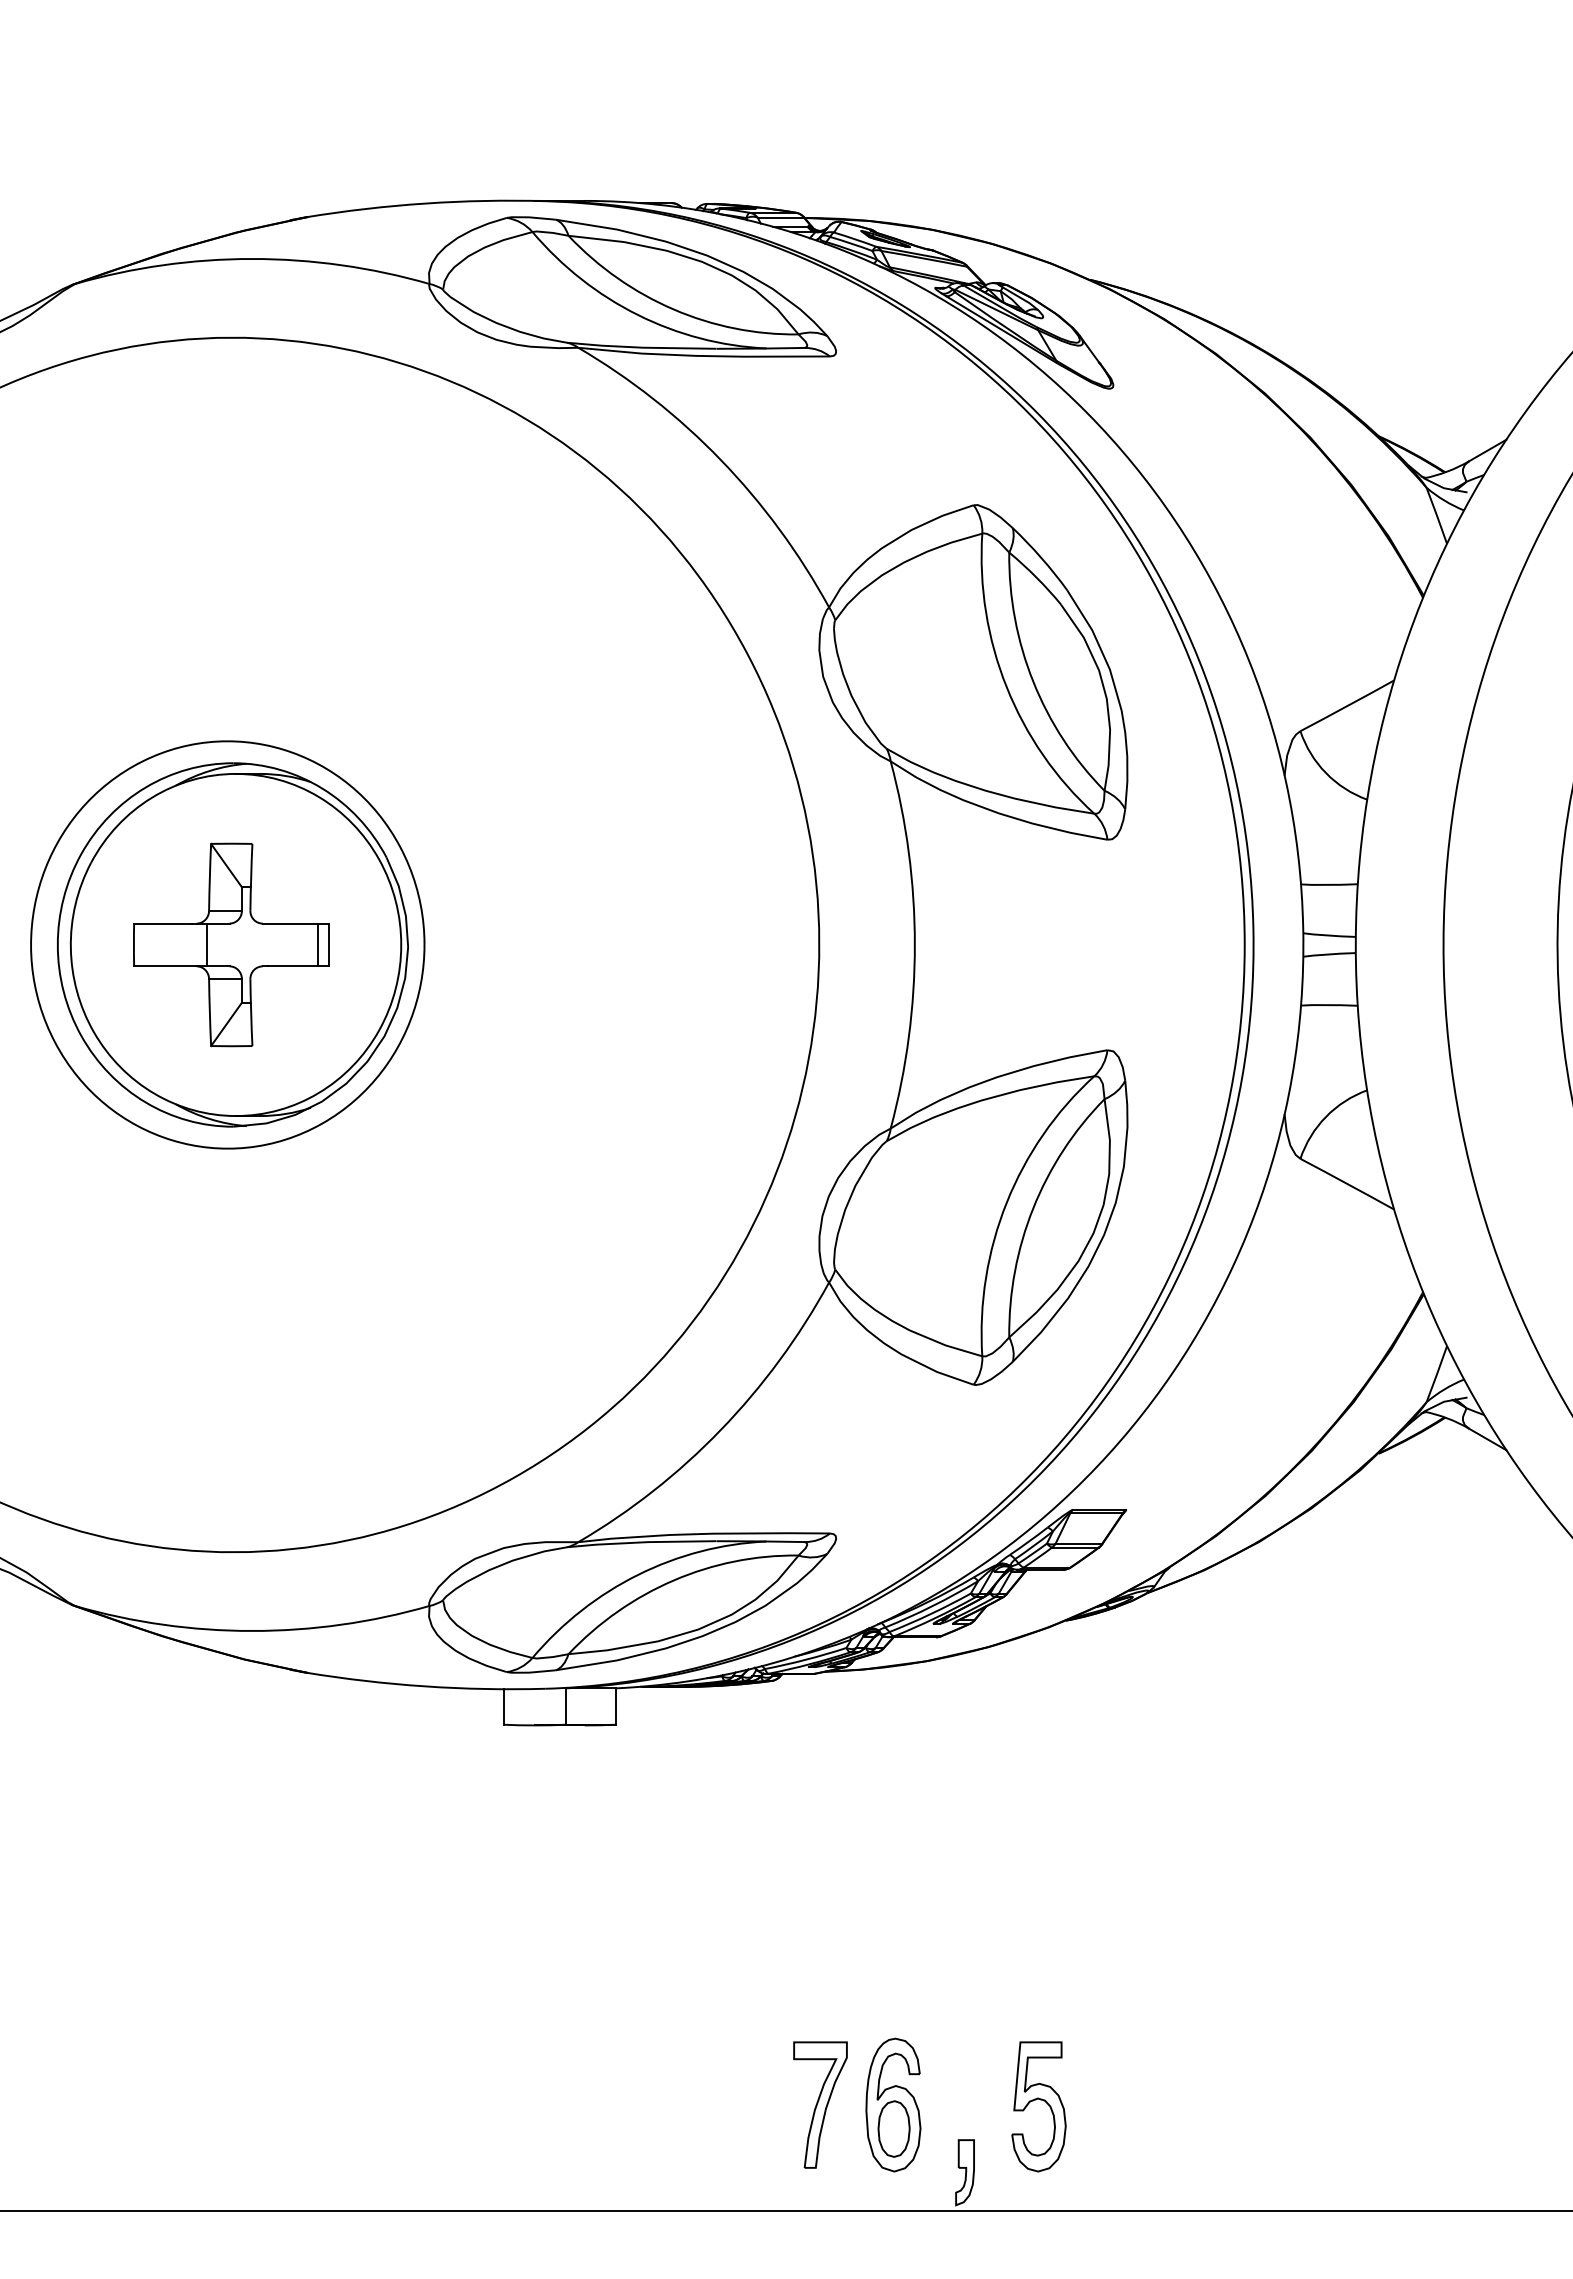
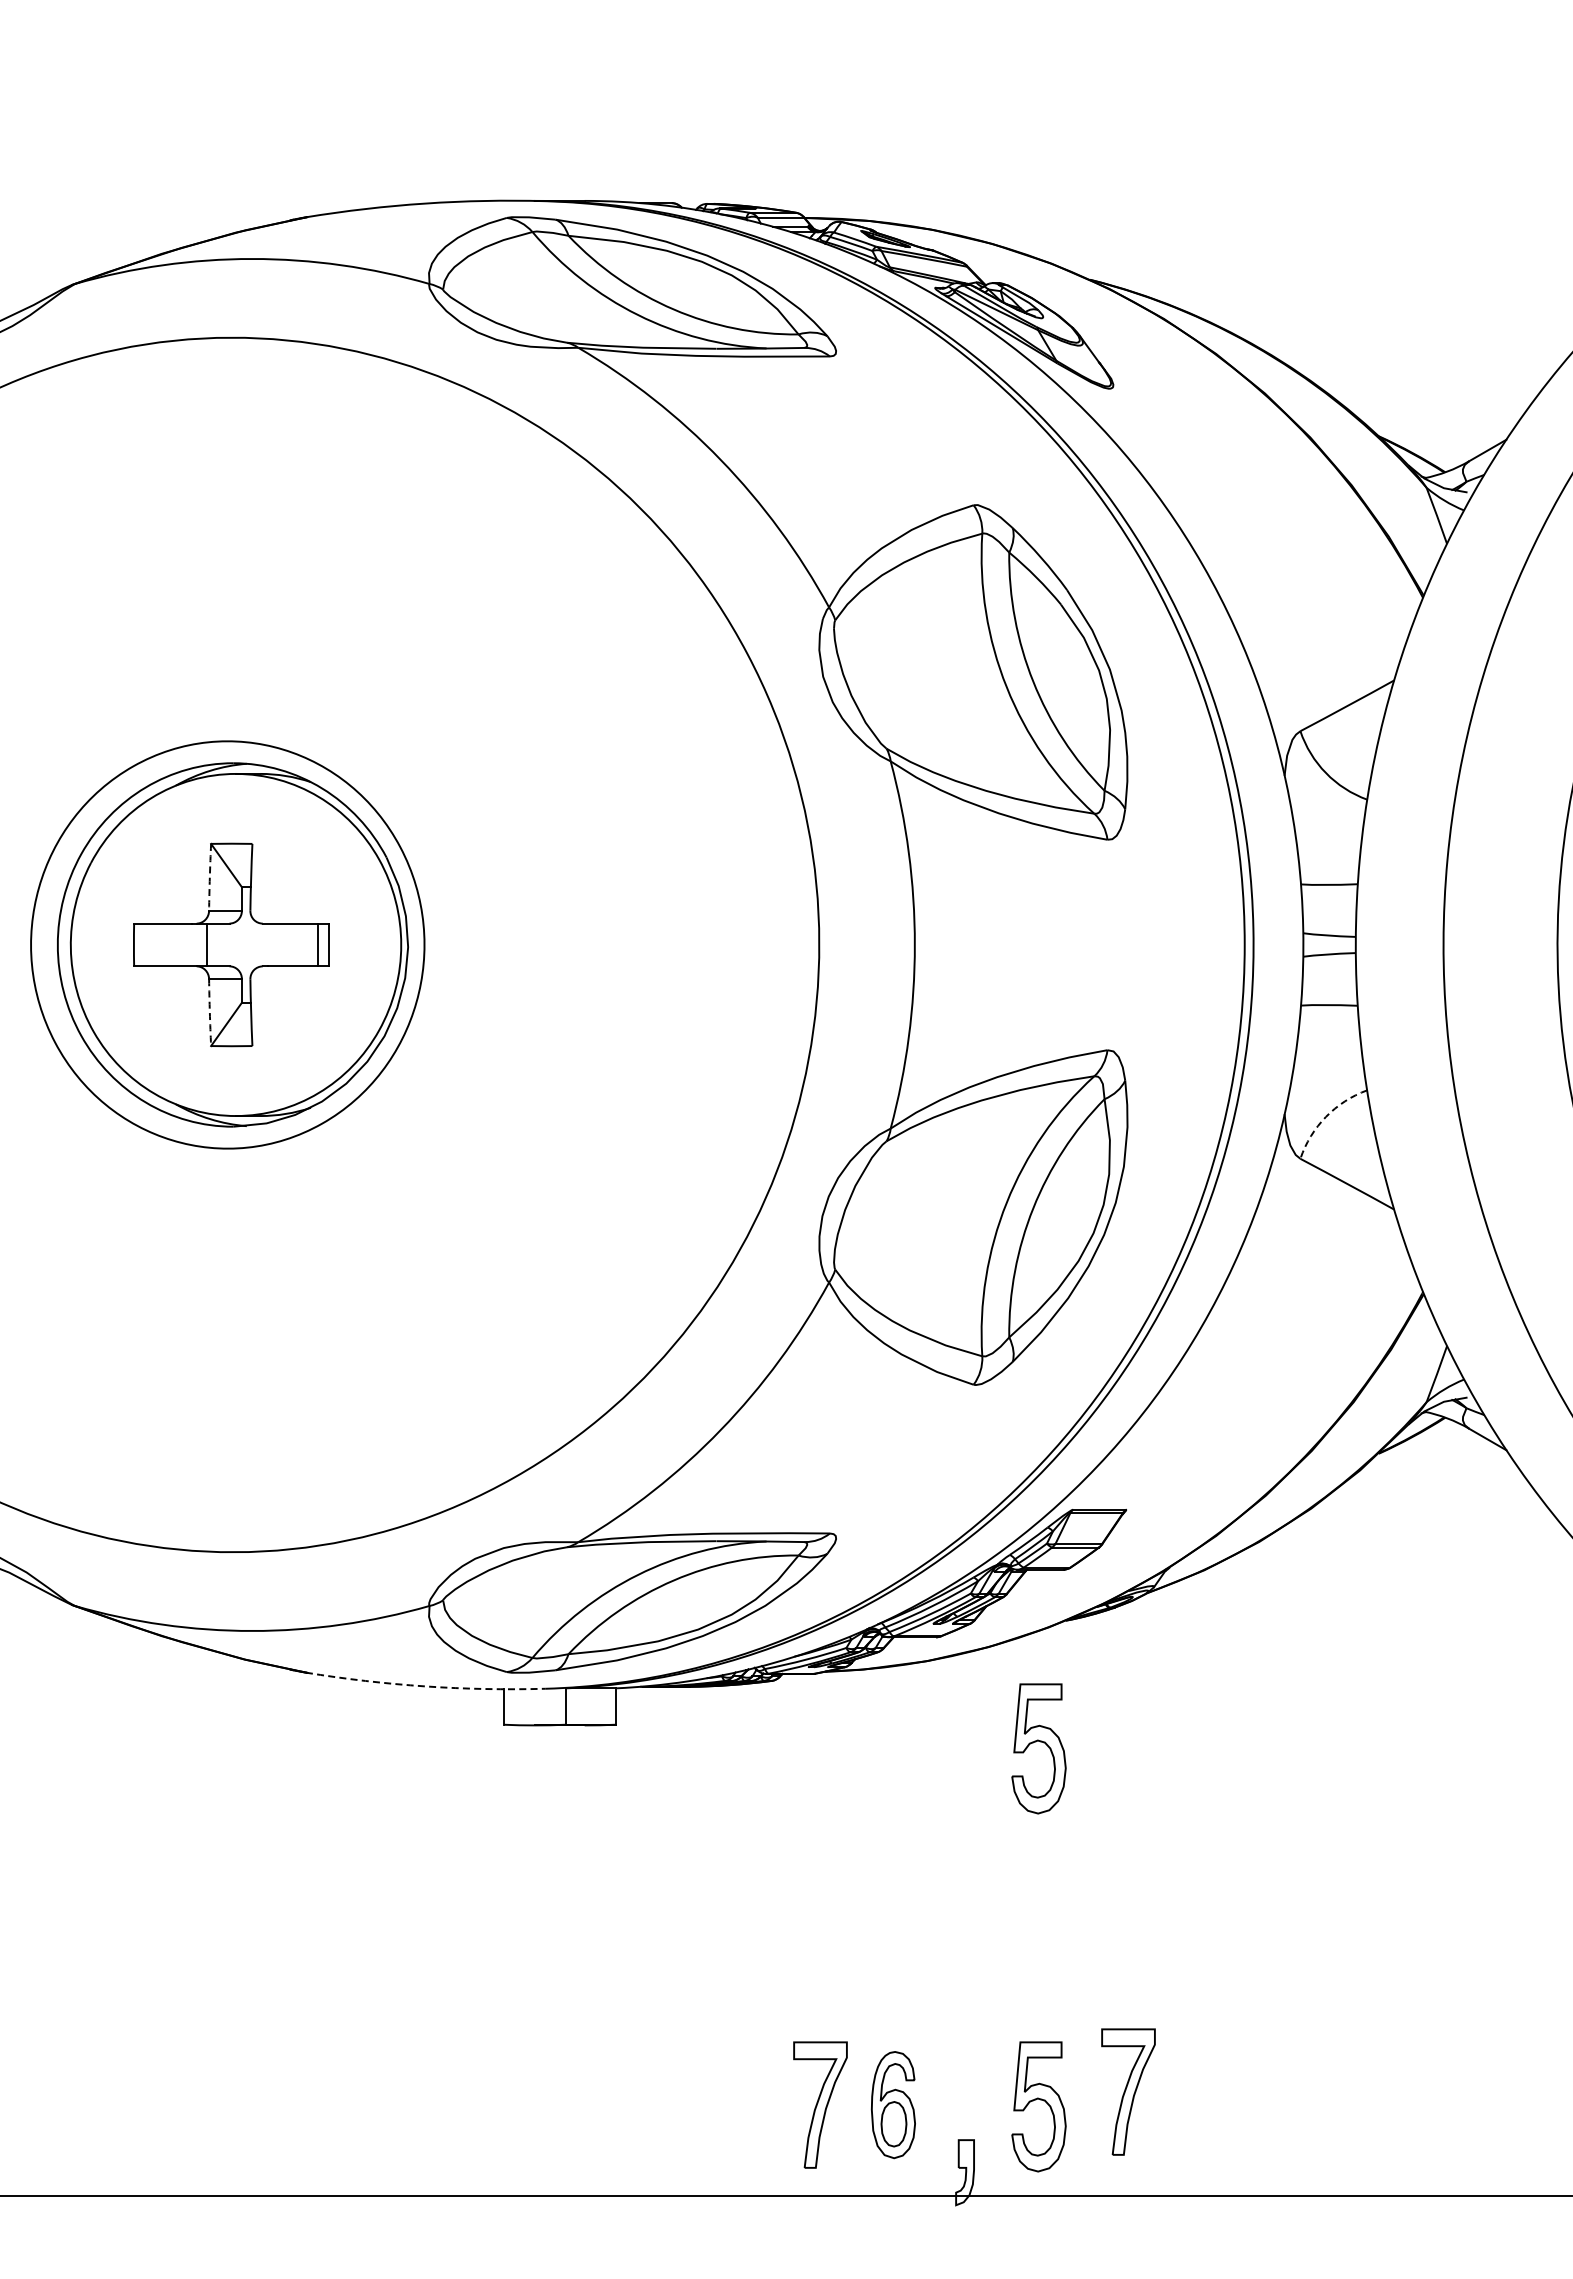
arc at (209, 877): solid -> dashed
arc at (209, 1012): solid -> dashed
arc at (1325, 1116): solid -> dashed
arc at (425, 1686): solid -> dashed
part at (1040, 1742): none -> present
part at (1128, 2091): none -> present
part at (893, 2104) size: 57x136 px -> 46x109 px
line at (785, 2210) position: (785, 2210) -> (785, 2195)
